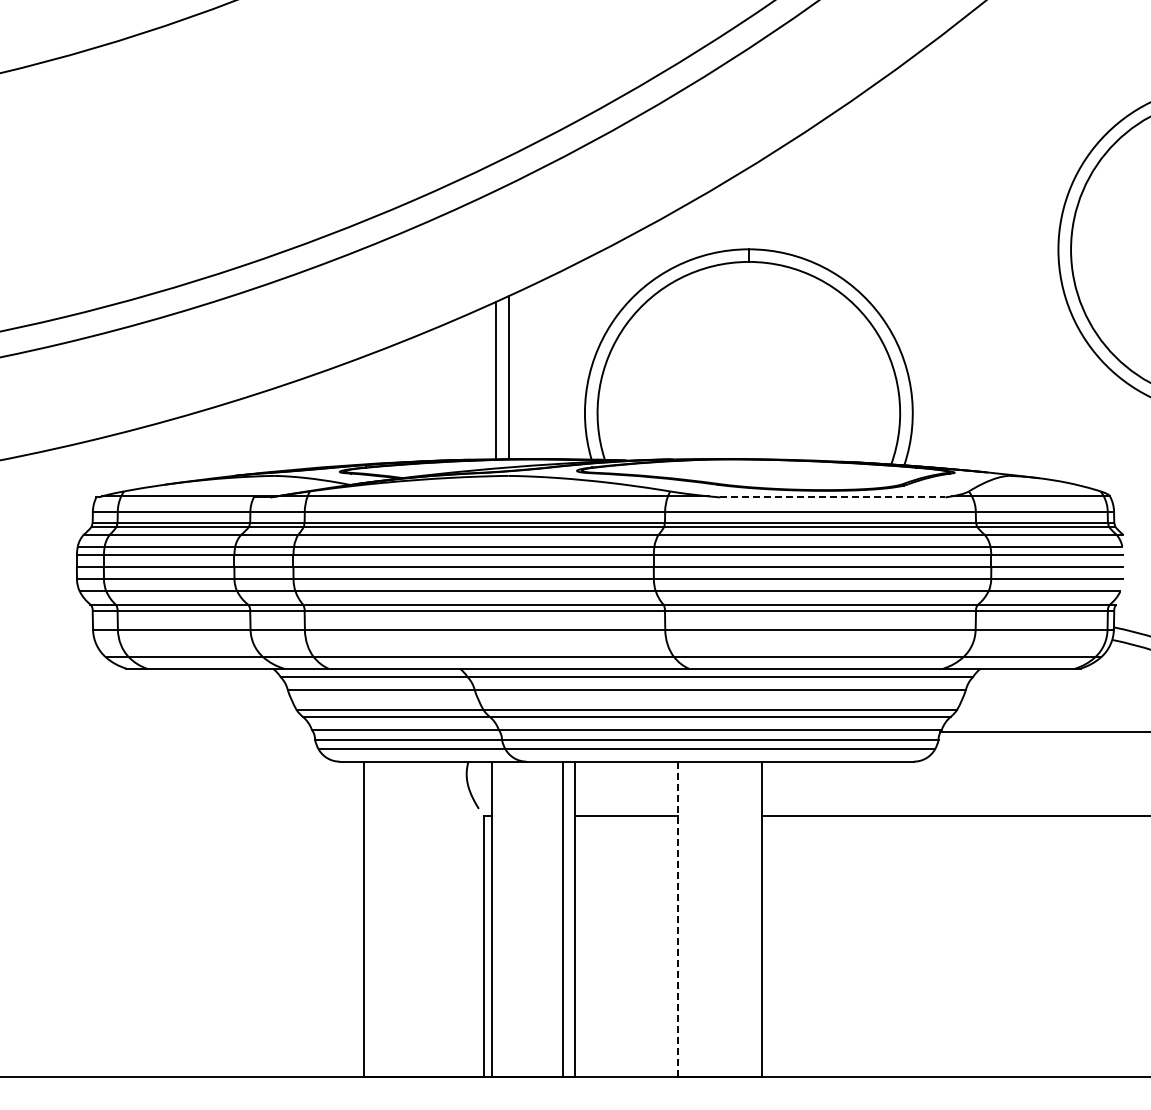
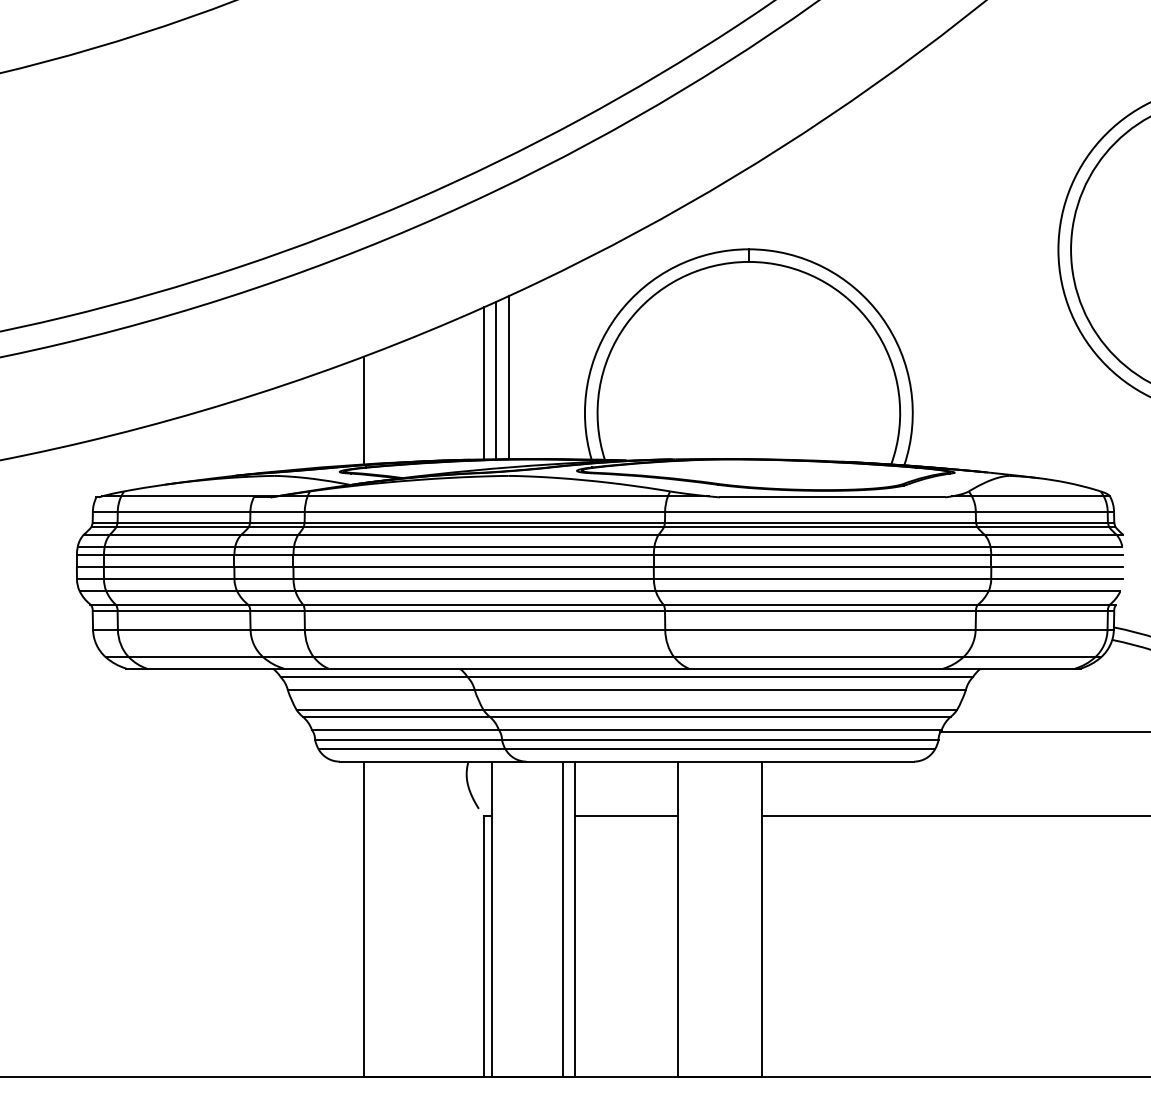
line at (483, 383): none -> present
line at (363, 410): none -> present
line at (832, 497): dashed -> solid
line at (678, 919): dashed -> solid
